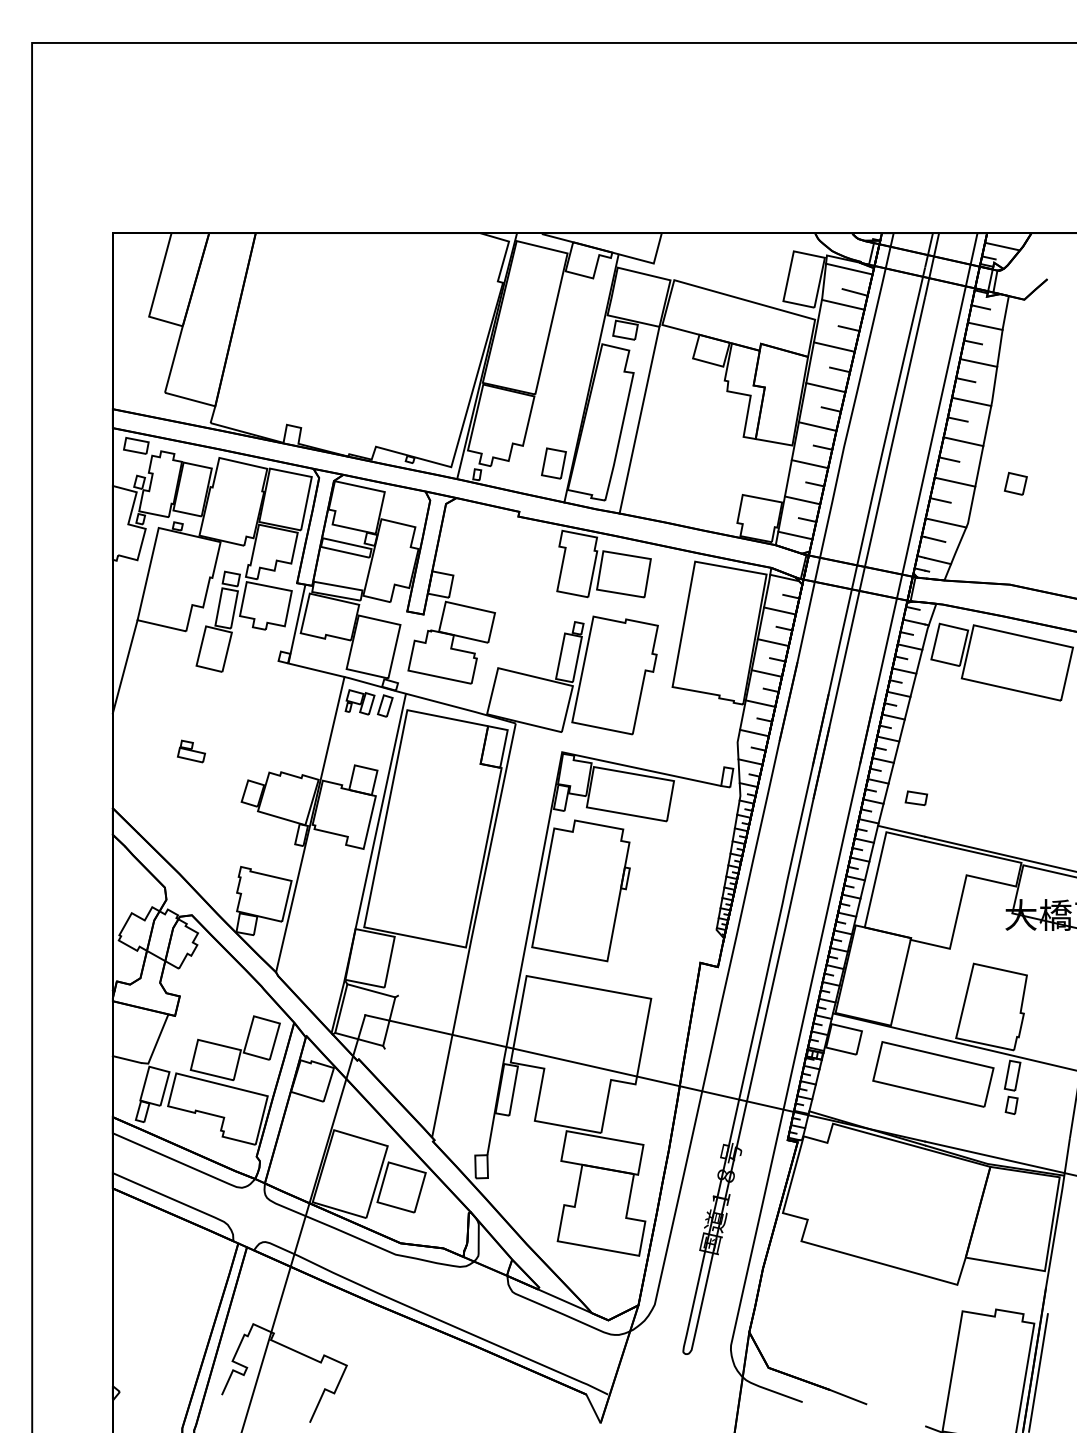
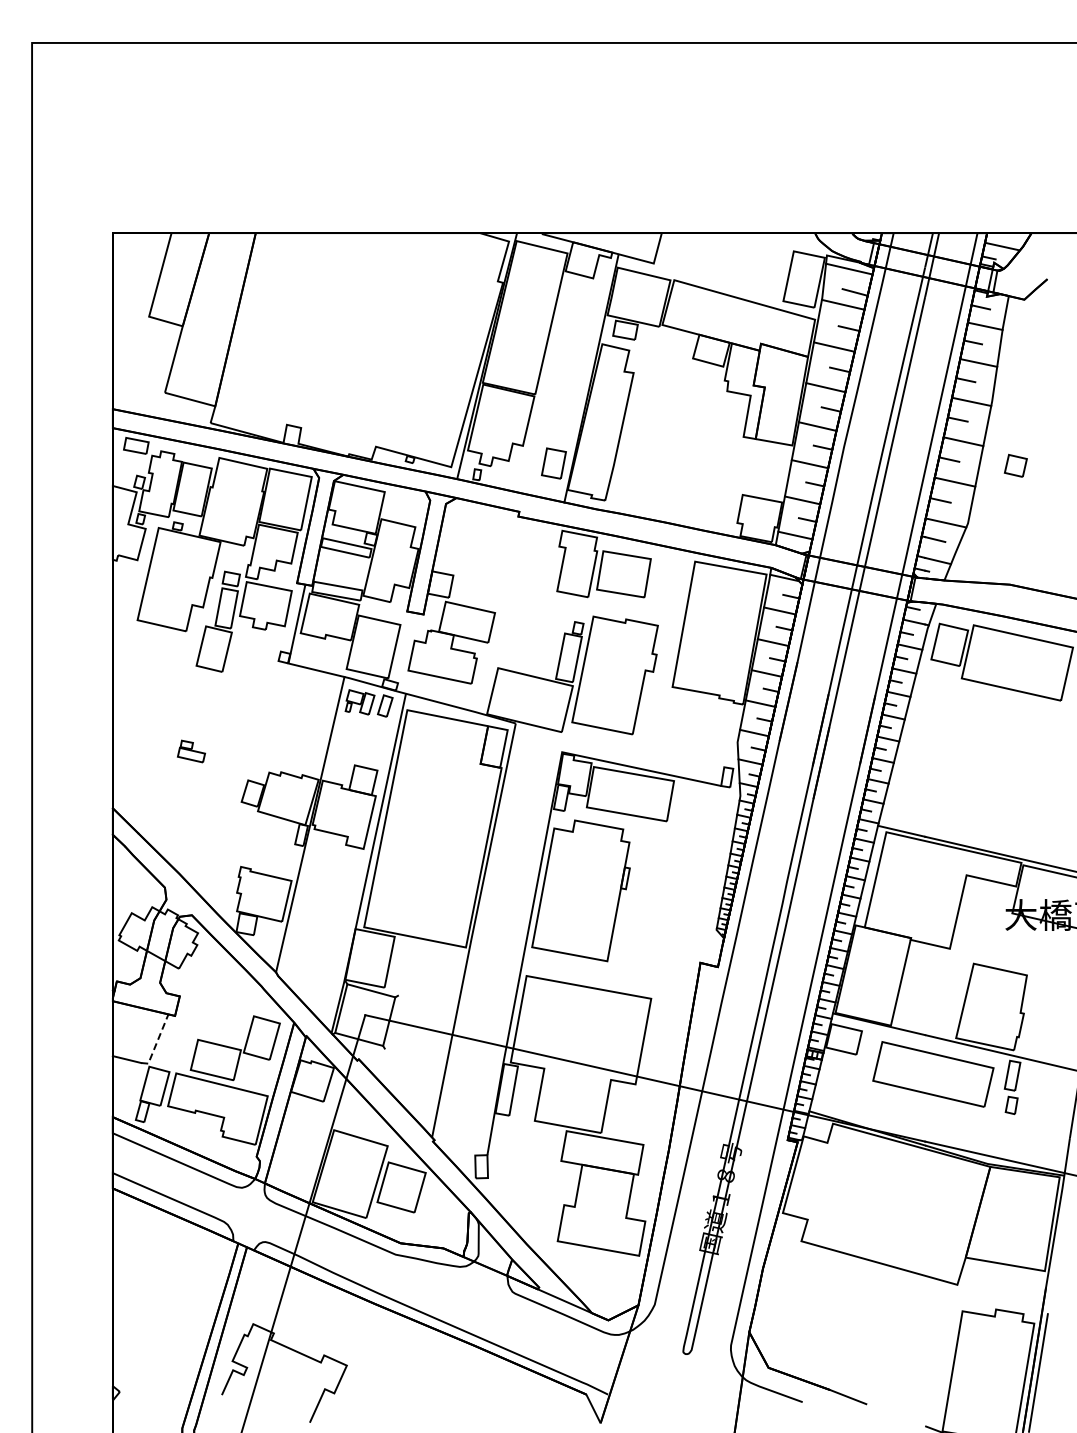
line at (639, 419): present -> none
part at (1015, 483) position: (1015, 483) -> (1015, 465)
line at (124, 666): present -> none
part at (916, 798): present -> none
line at (156, 1042): solid -> dashed
